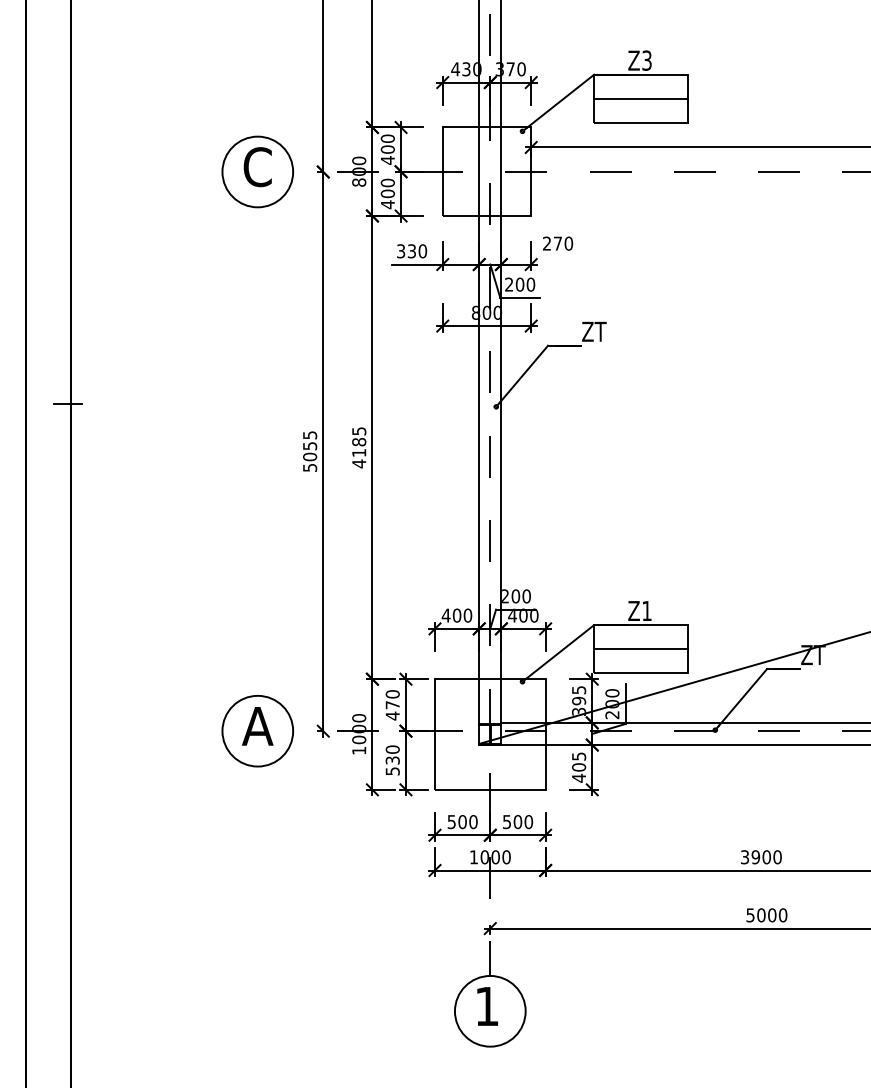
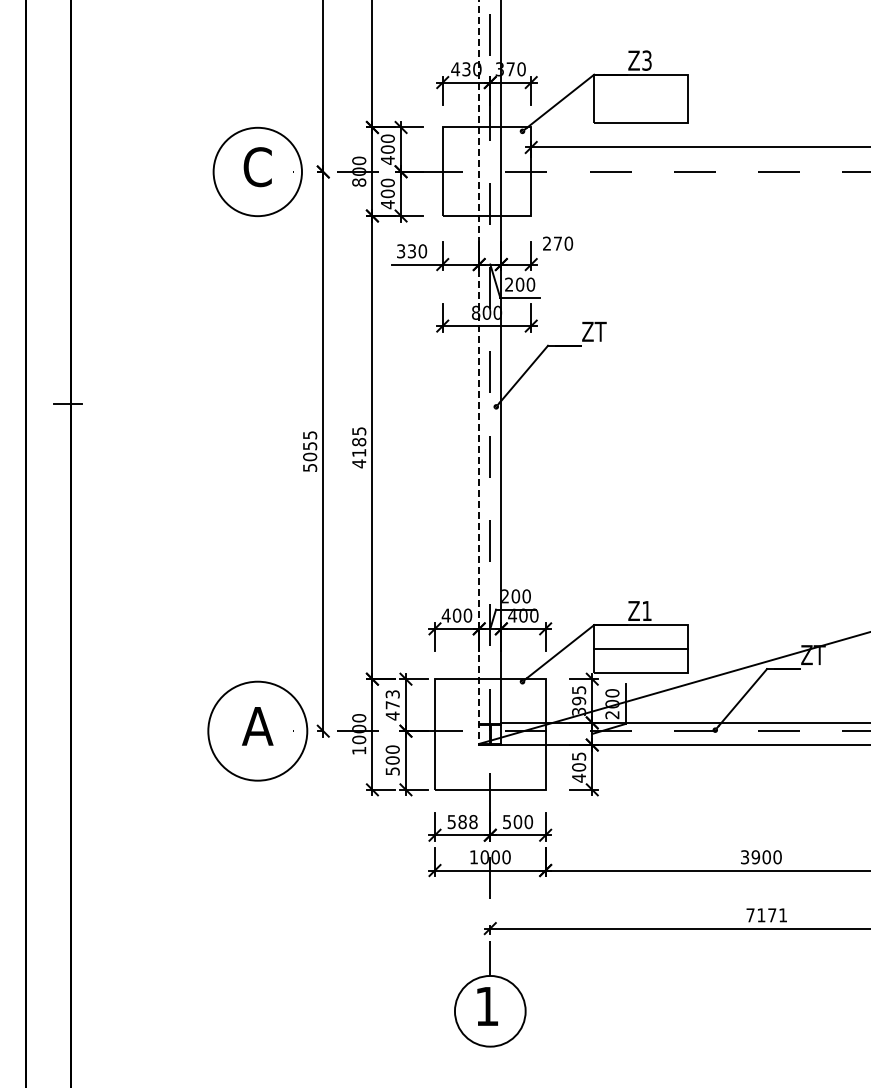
line at (641, 98): present -> none
circle at (257, 171) diameter: 71 px -> 88 px
line at (479, 373): solid -> dashed
text at (392, 694): 470 -> 473
circle at (257, 730) diameter: 71 px -> 99 px
text at (392, 760): 530 -> 500
text at (467, 821): 500 -> 588
text at (766, 915): 5000 -> 7171
